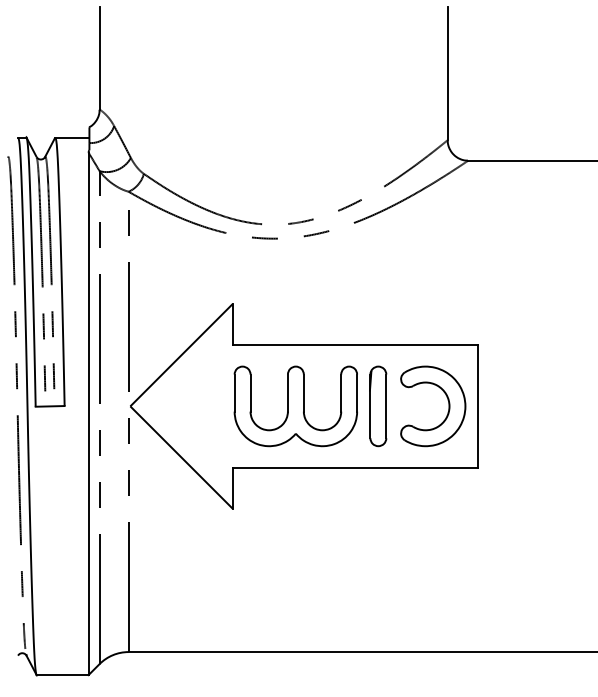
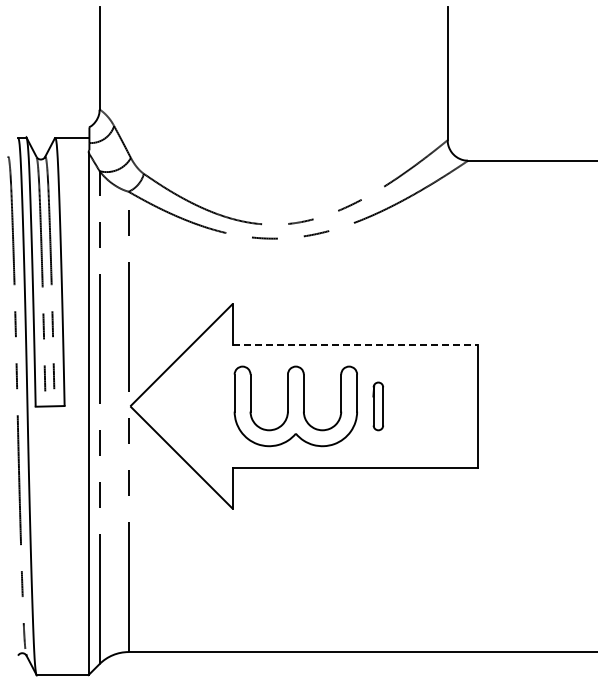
line at (355, 344): solid -> dashed
part at (378, 406) size: 19x83 px -> 12x51 px
part at (448, 406): present -> none
